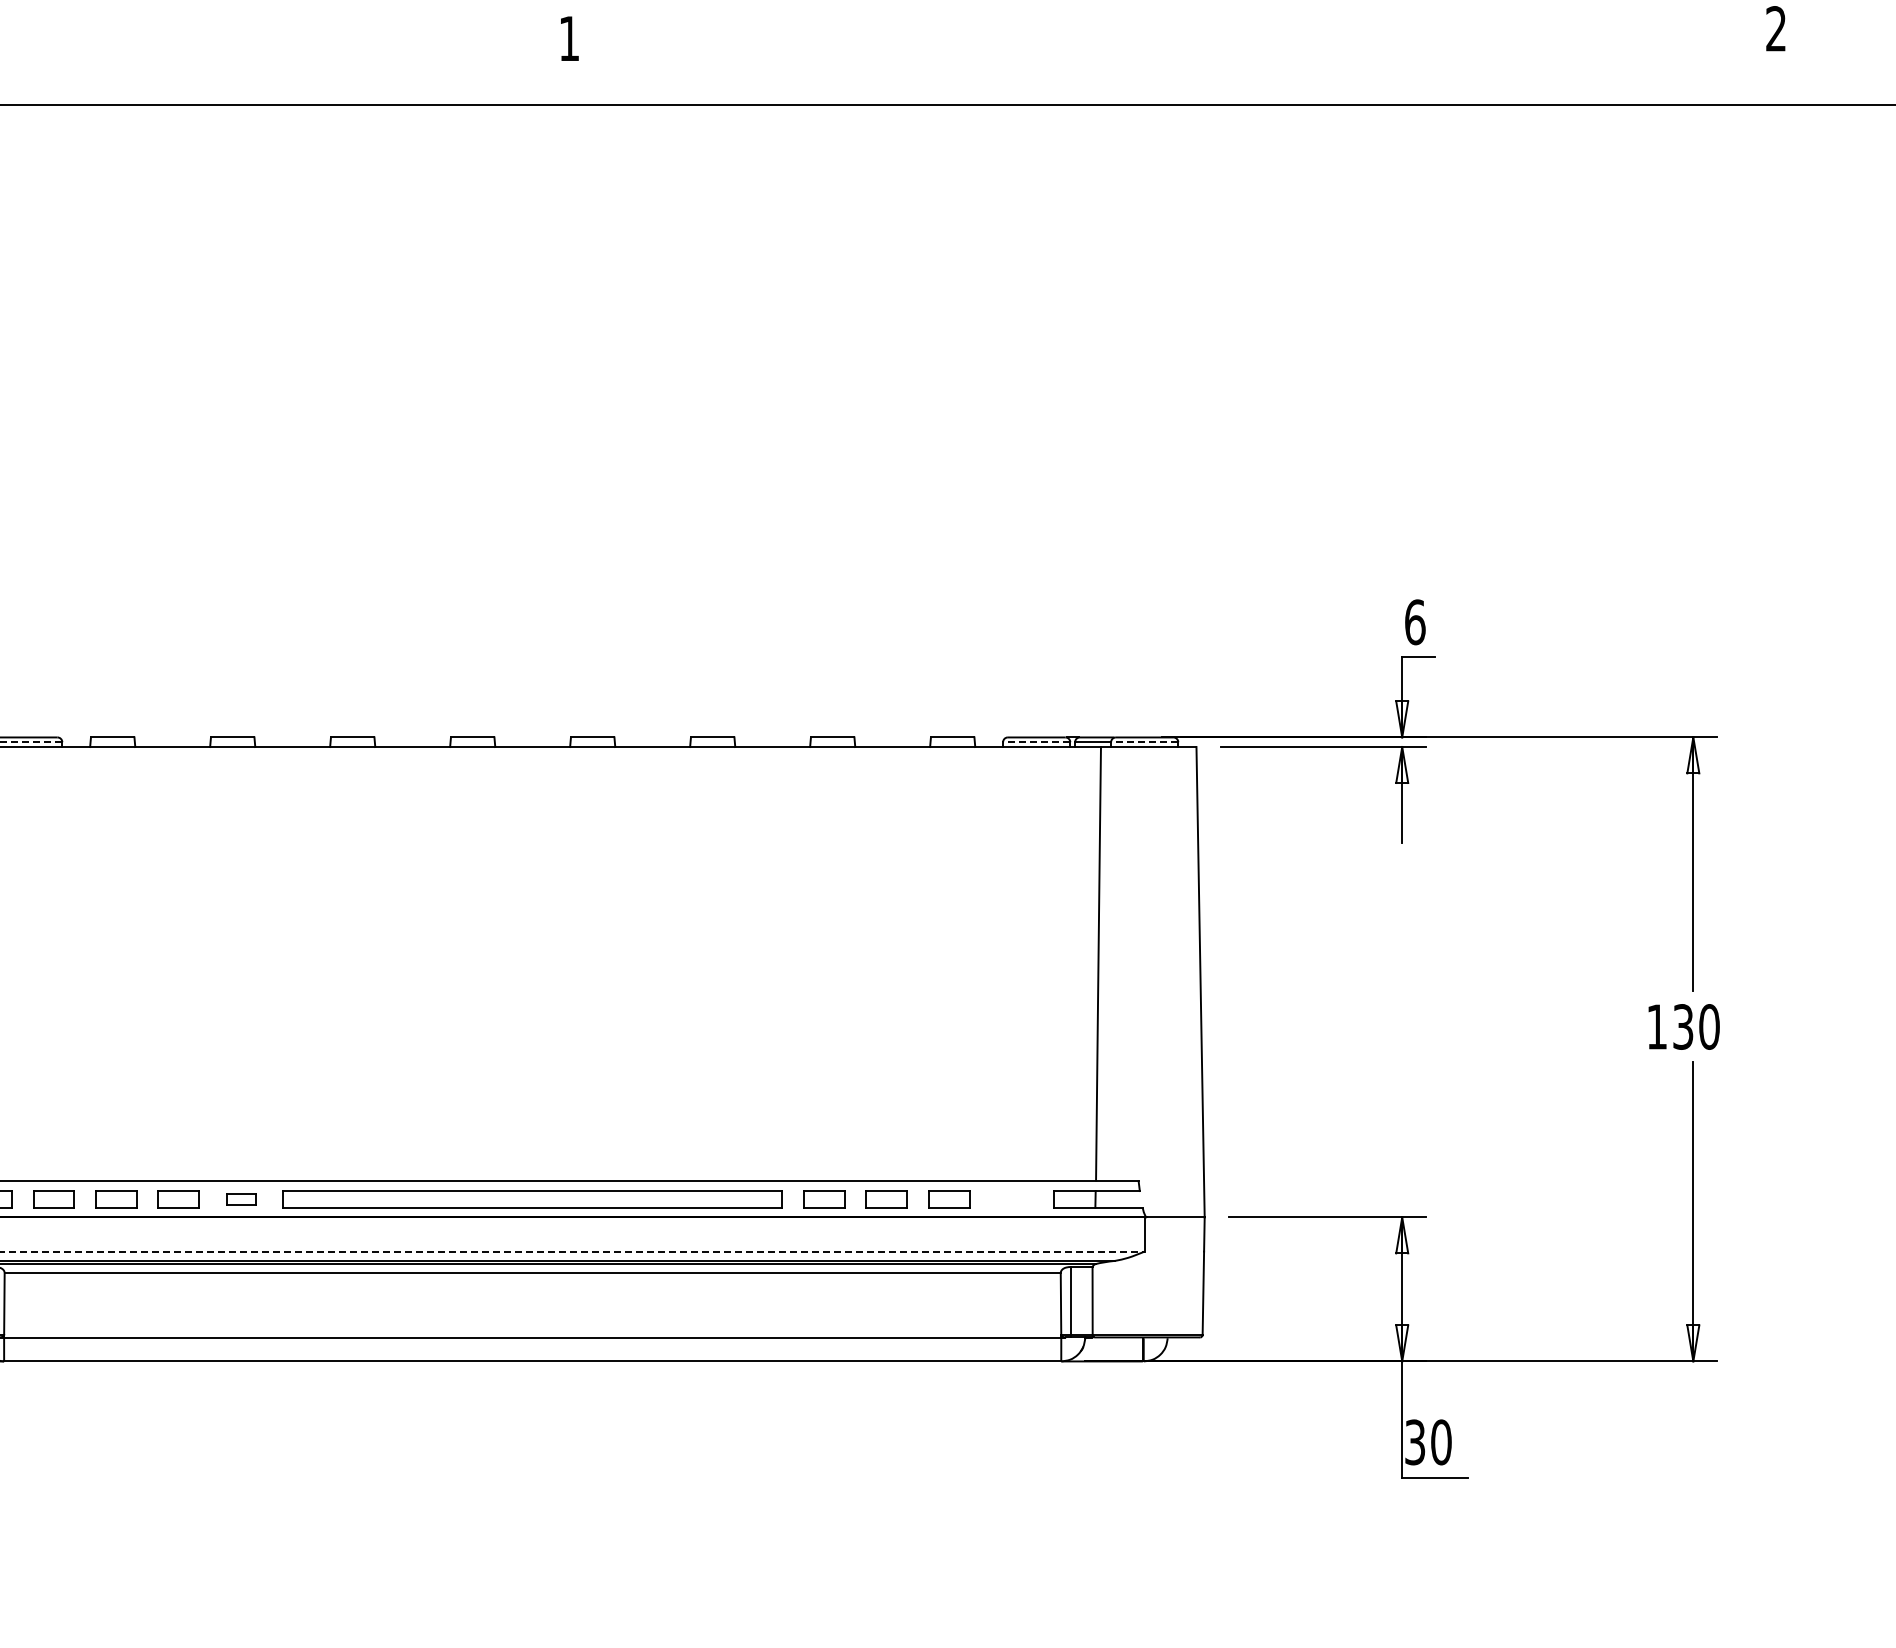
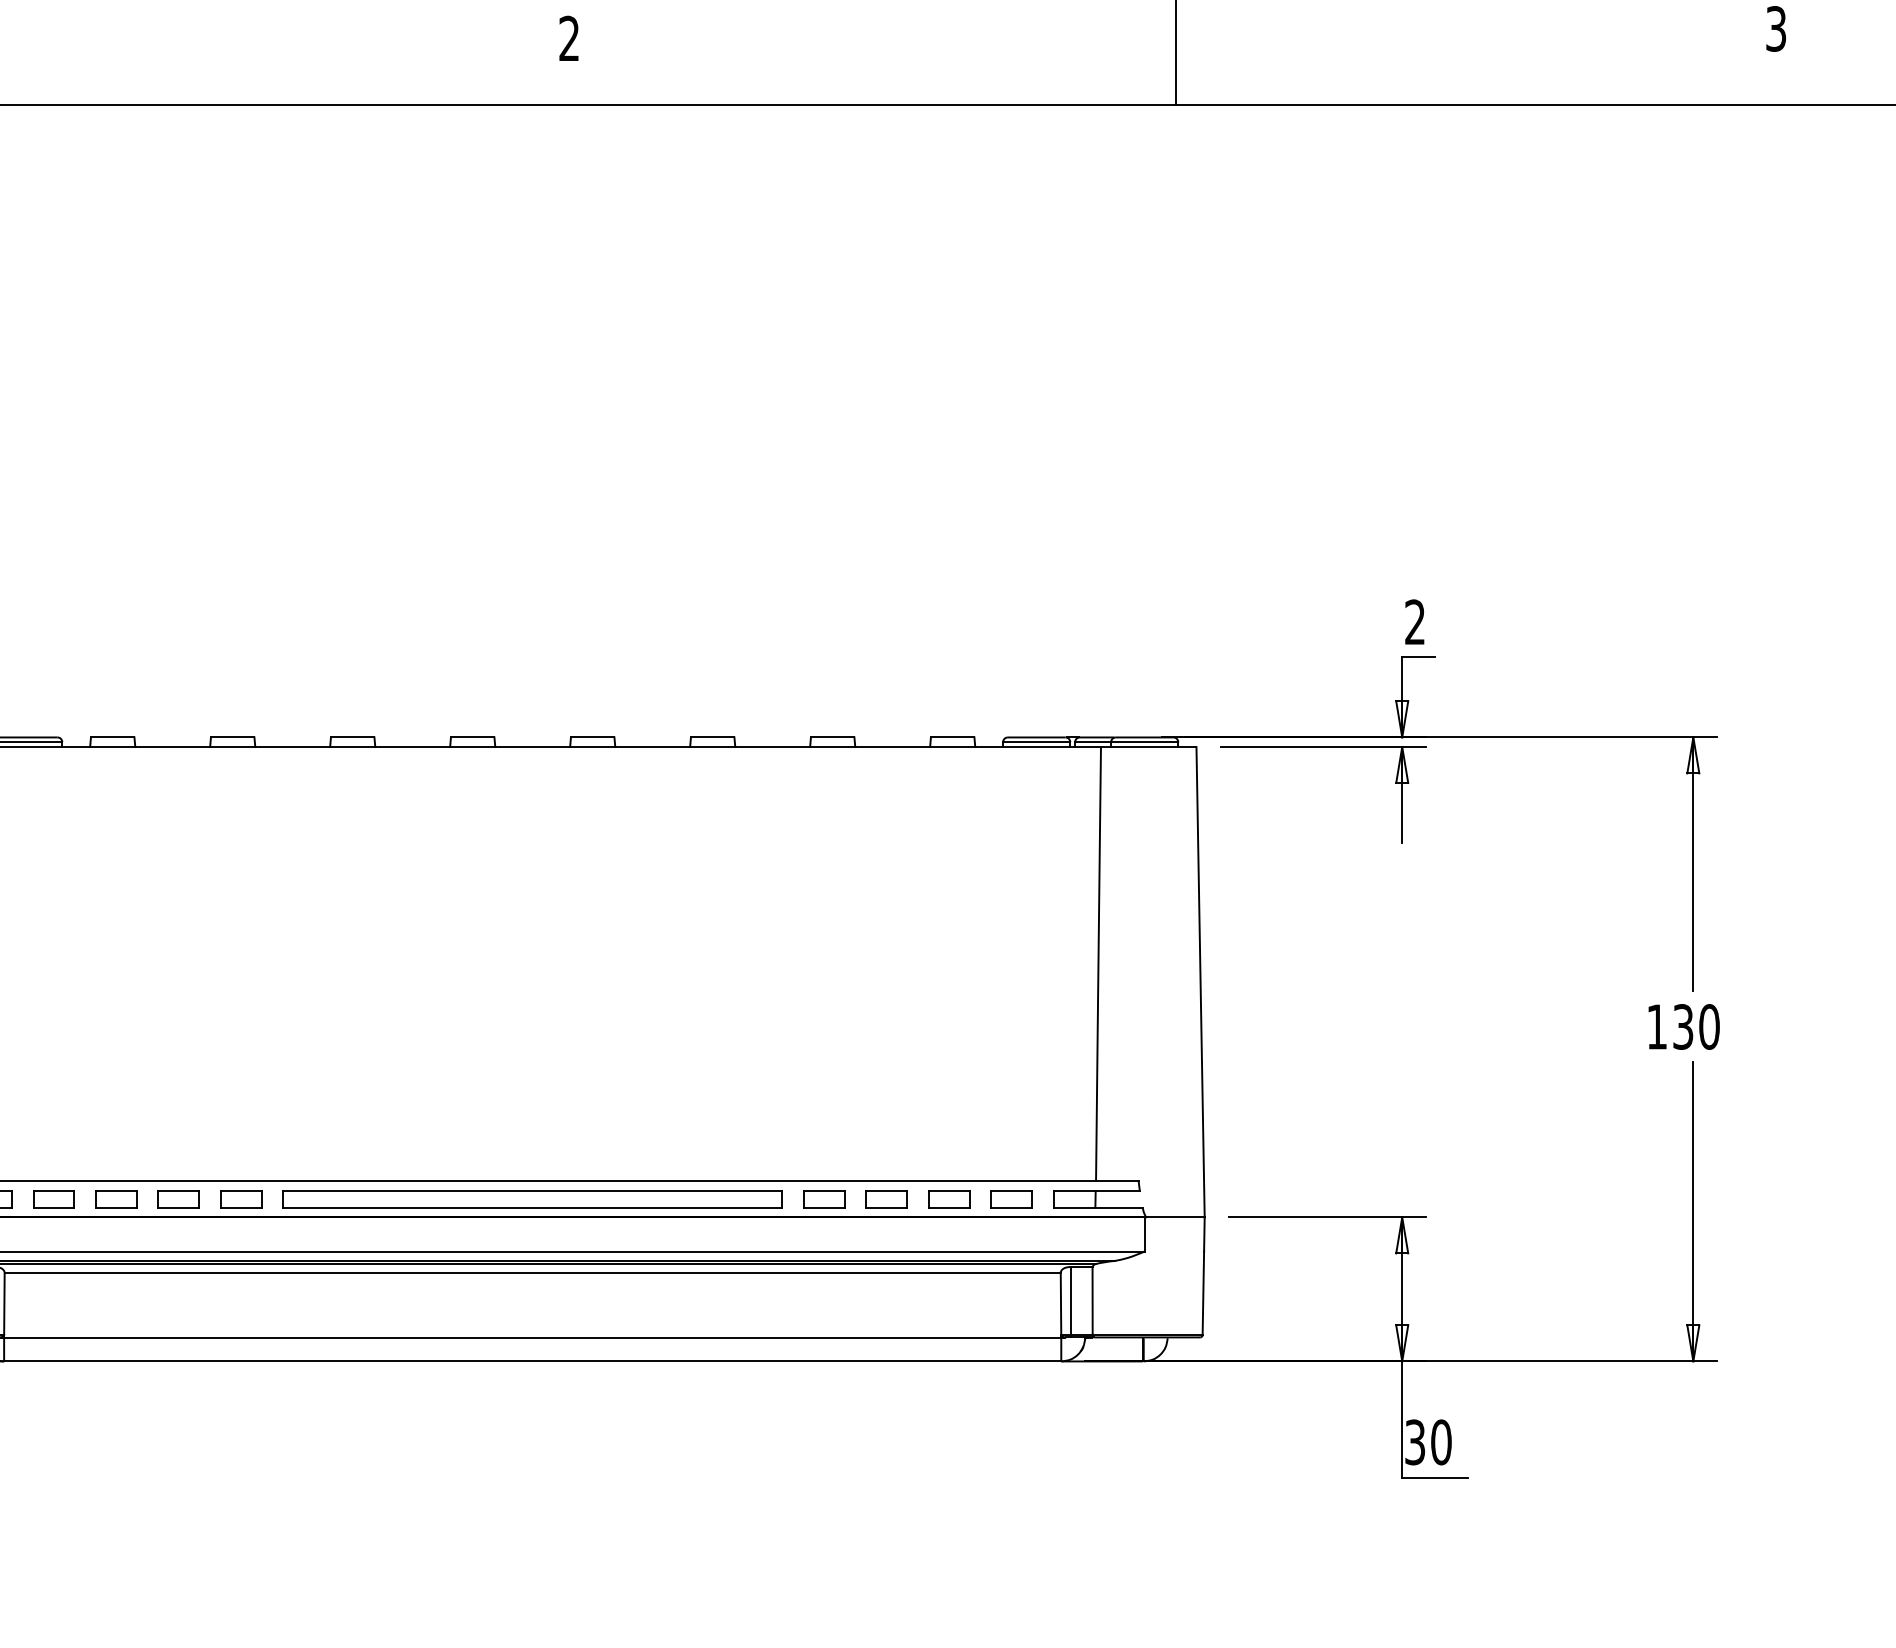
text at (1776, 28): 2 -> 3
text at (568, 37): 1 -> 2
line at (1176, 53): none -> present
text at (1415, 622): 6 -> 2
line at (30, 742): dashed -> solid
line at (1036, 742): dashed -> solid
line at (1144, 742): dashed -> solid
part at (241, 1199) size: 31x13 px -> 43x19 px
part at (1011, 1199): none -> present
line at (572, 1251): dashed -> solid
